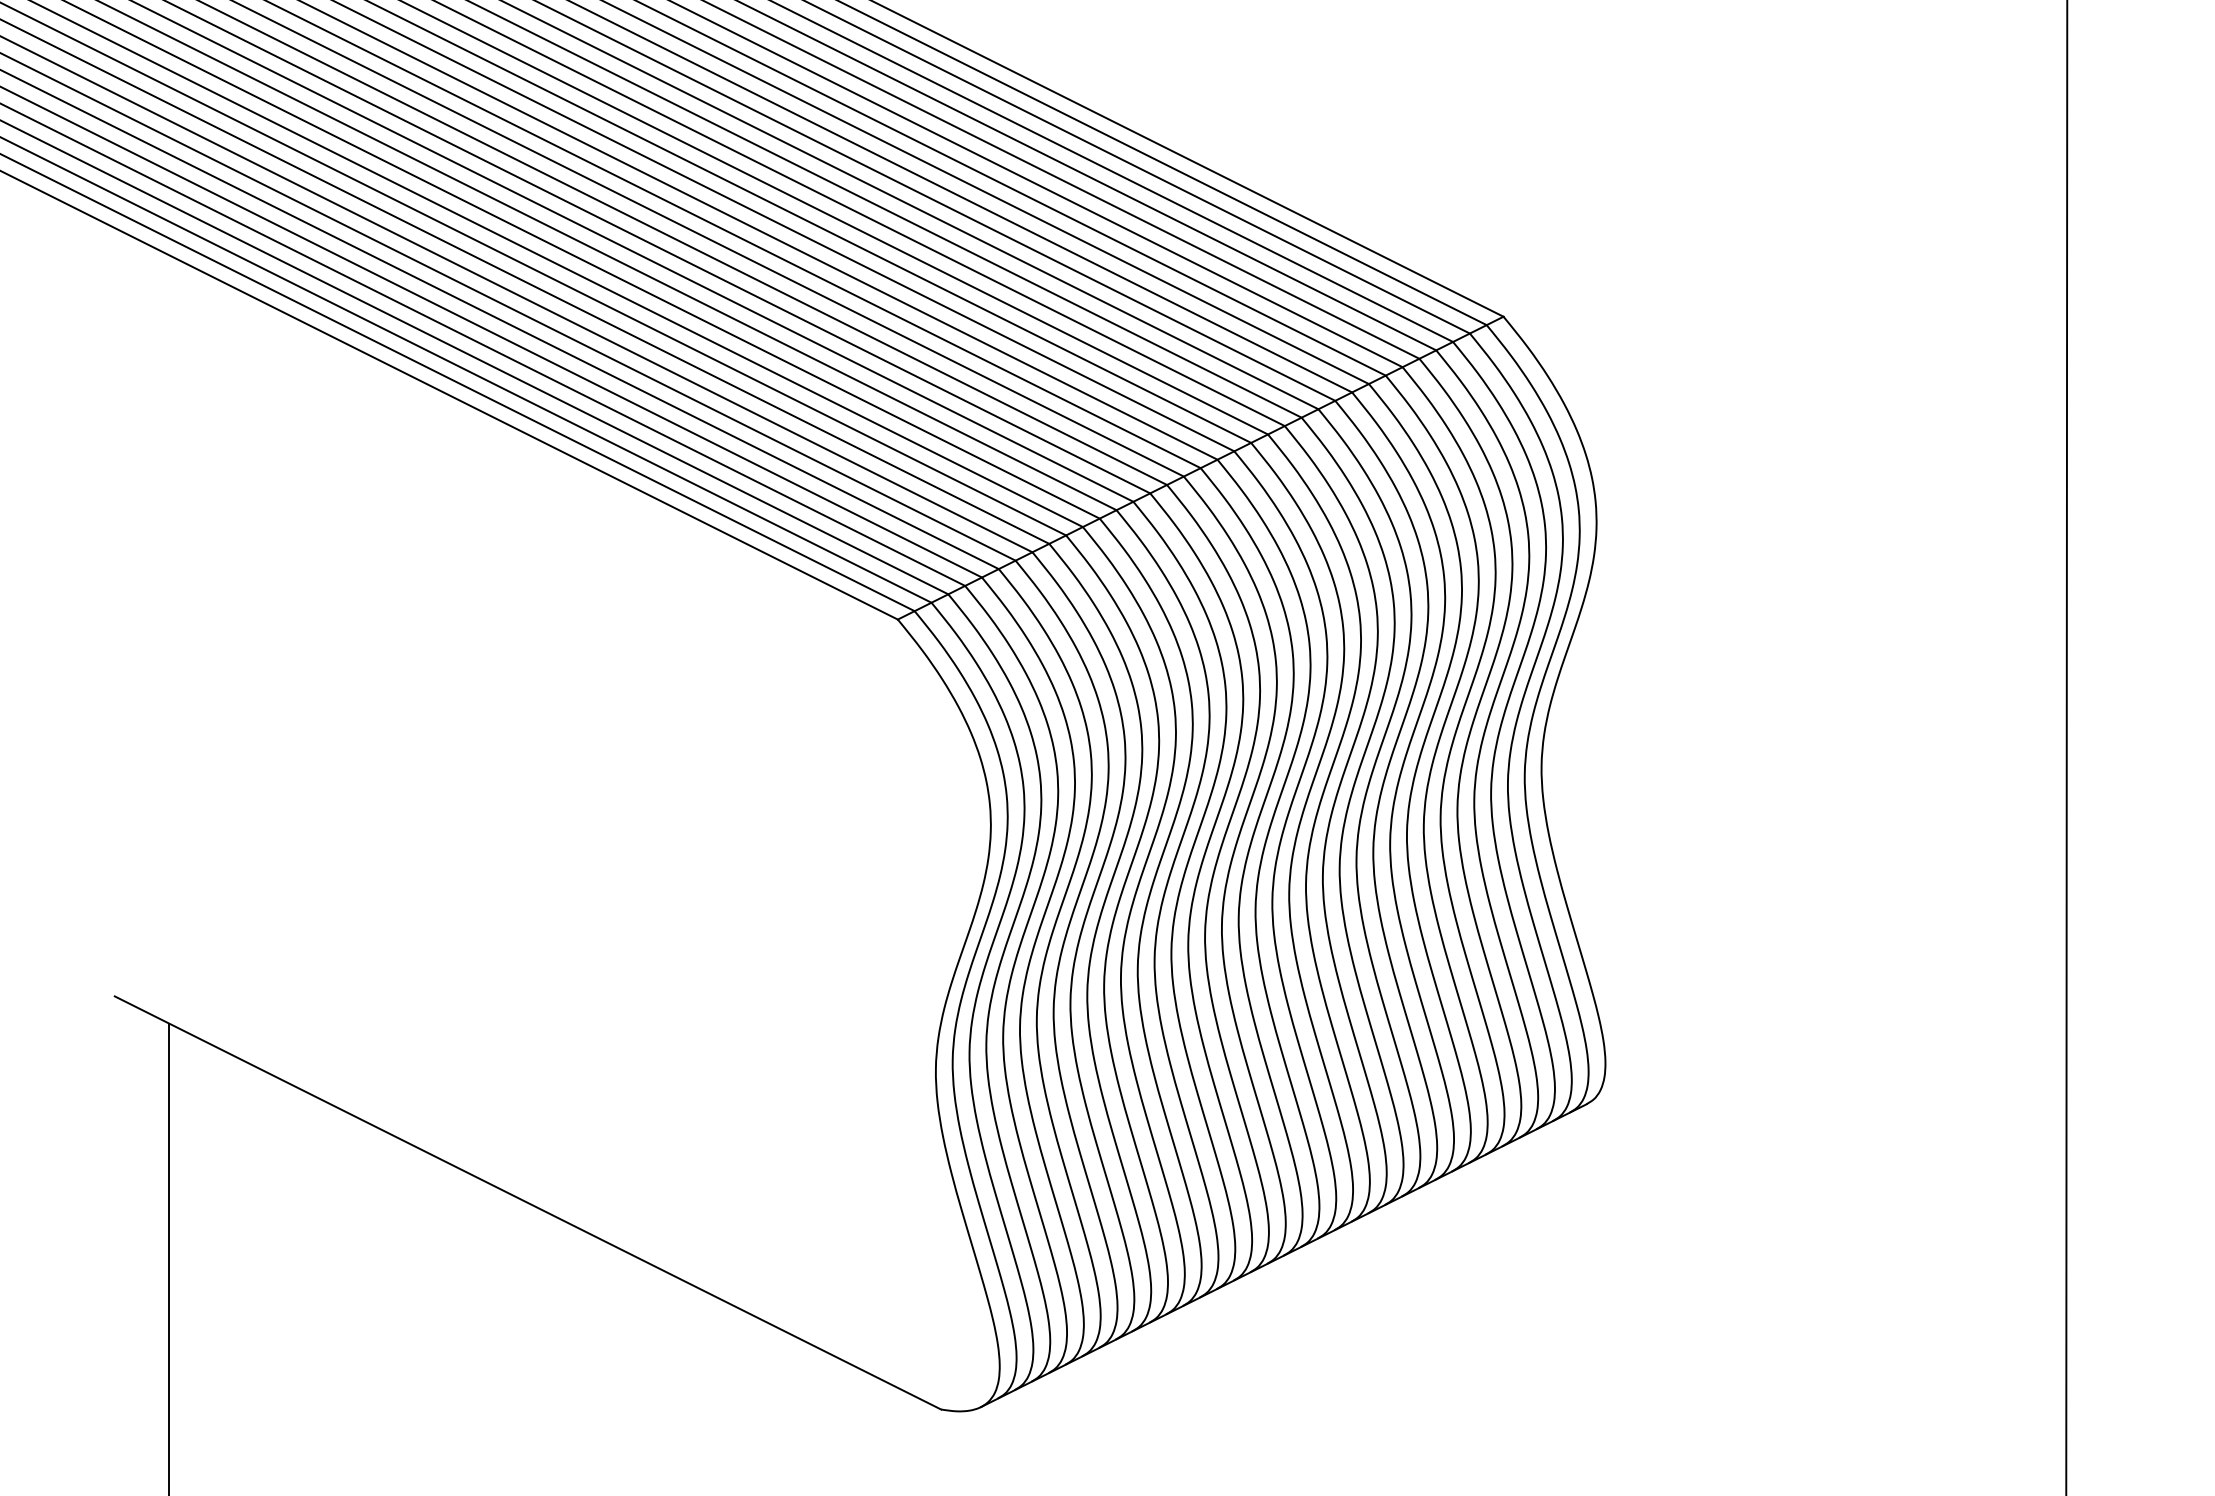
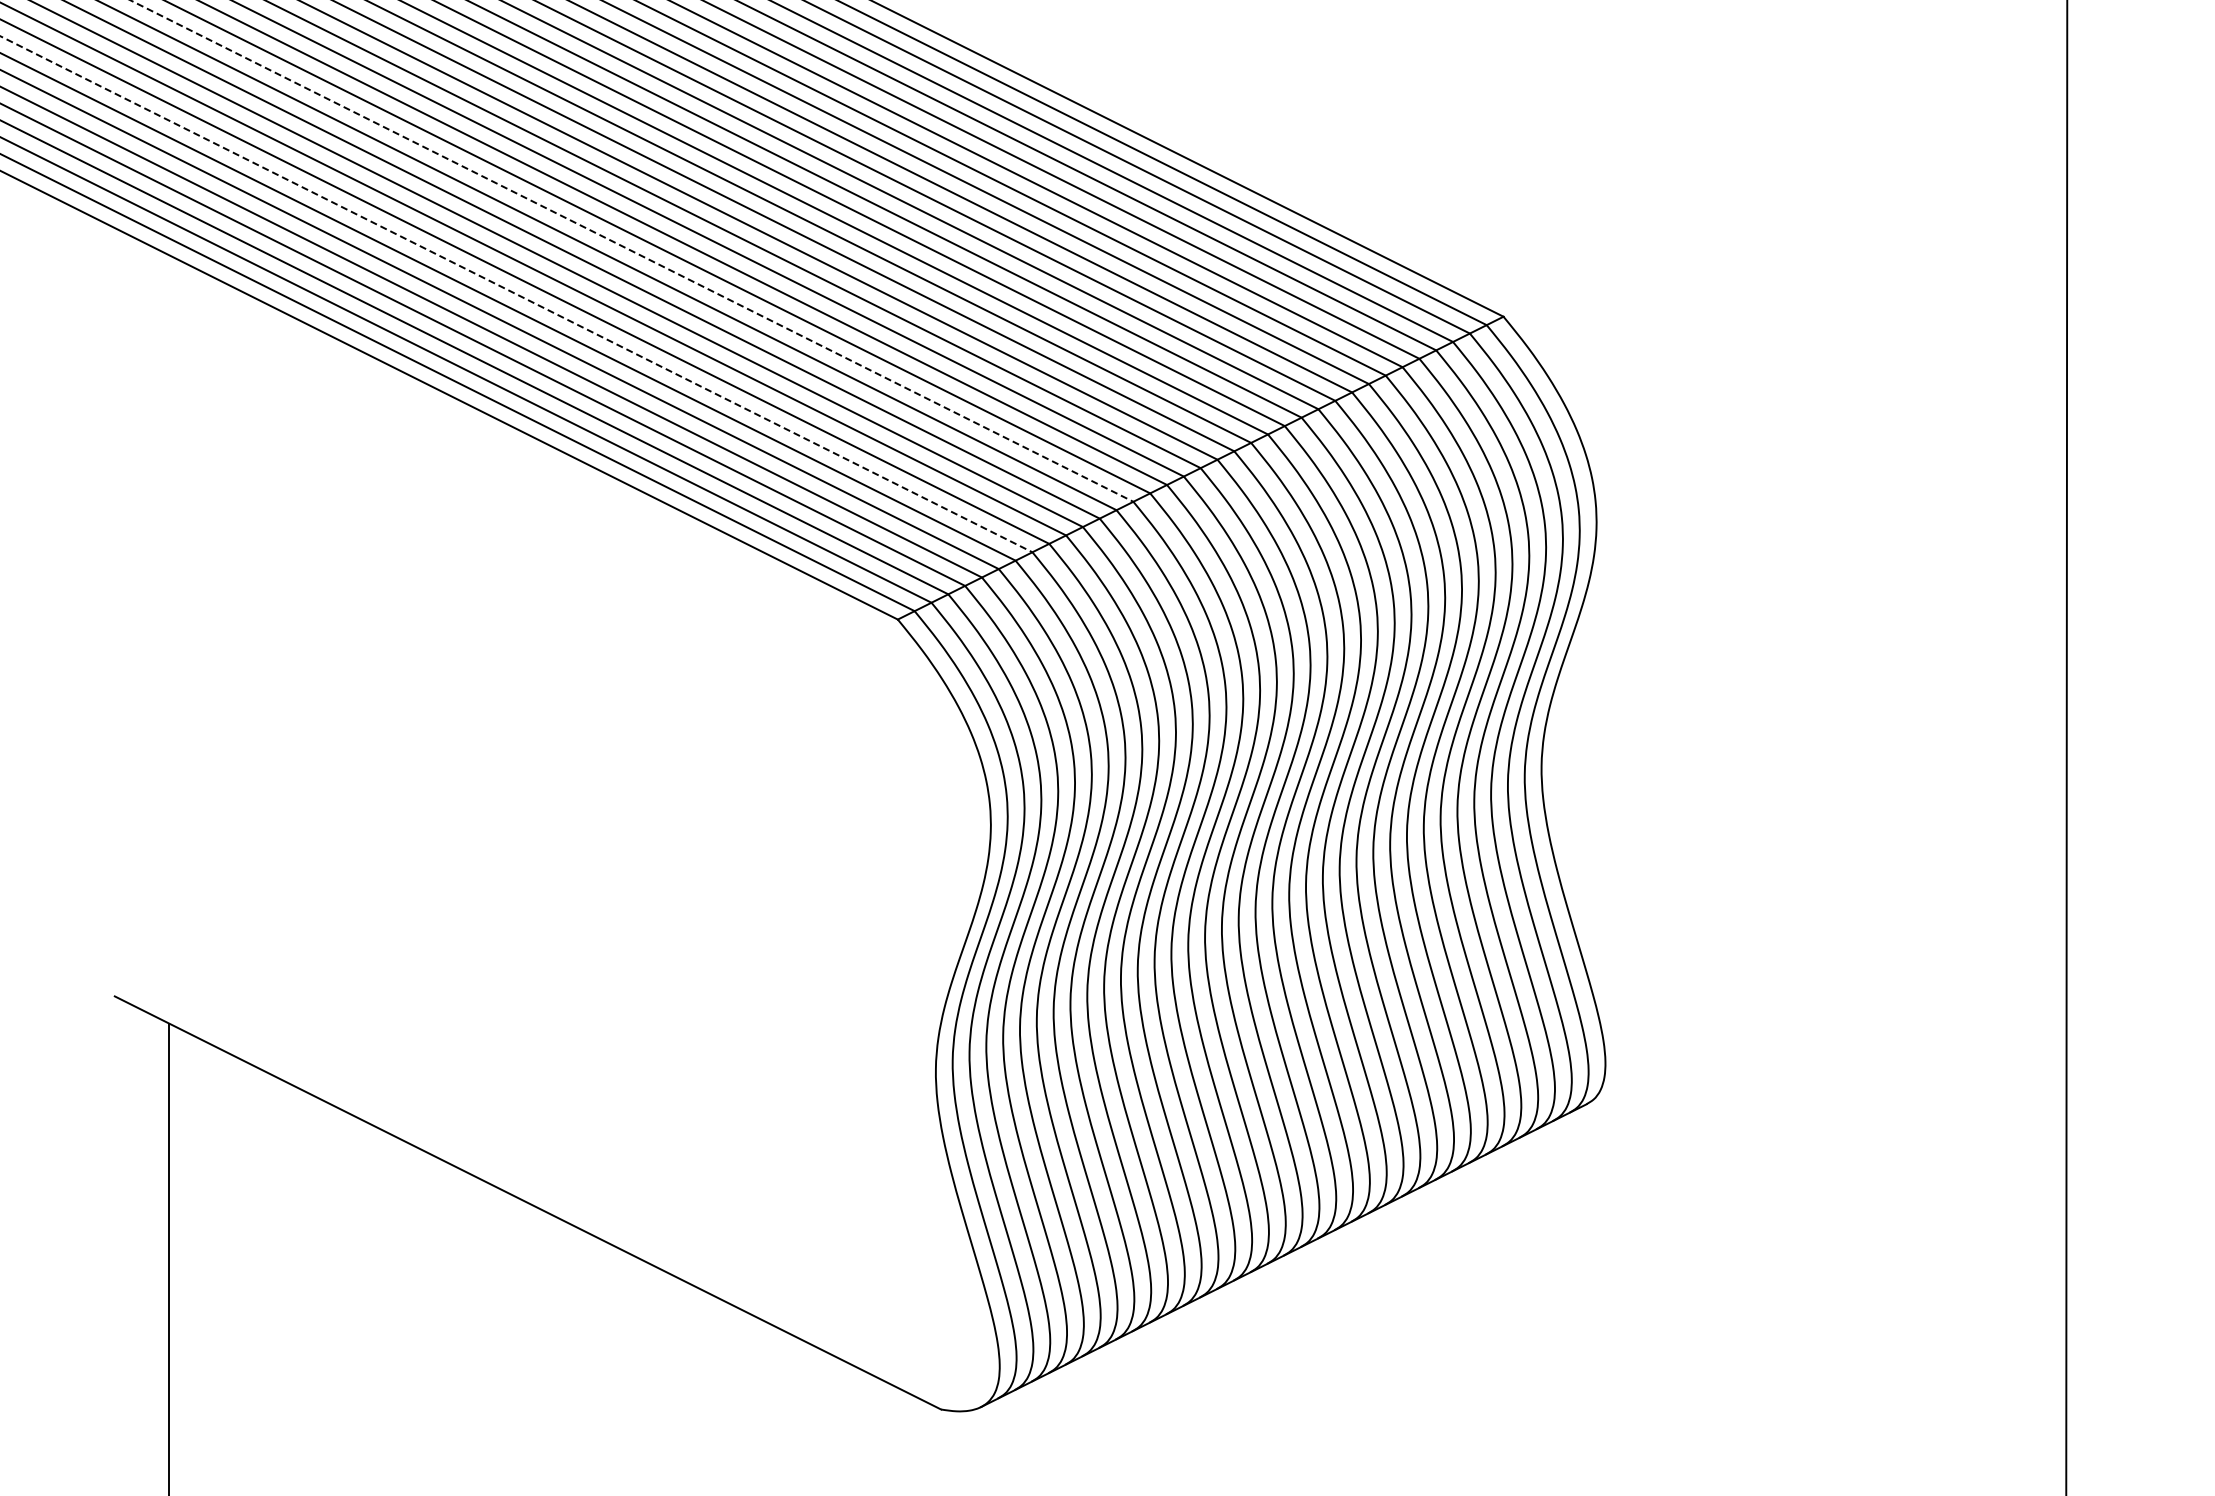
line at (631, 250): solid -> dashed
line at (516, 294): solid -> dashed
